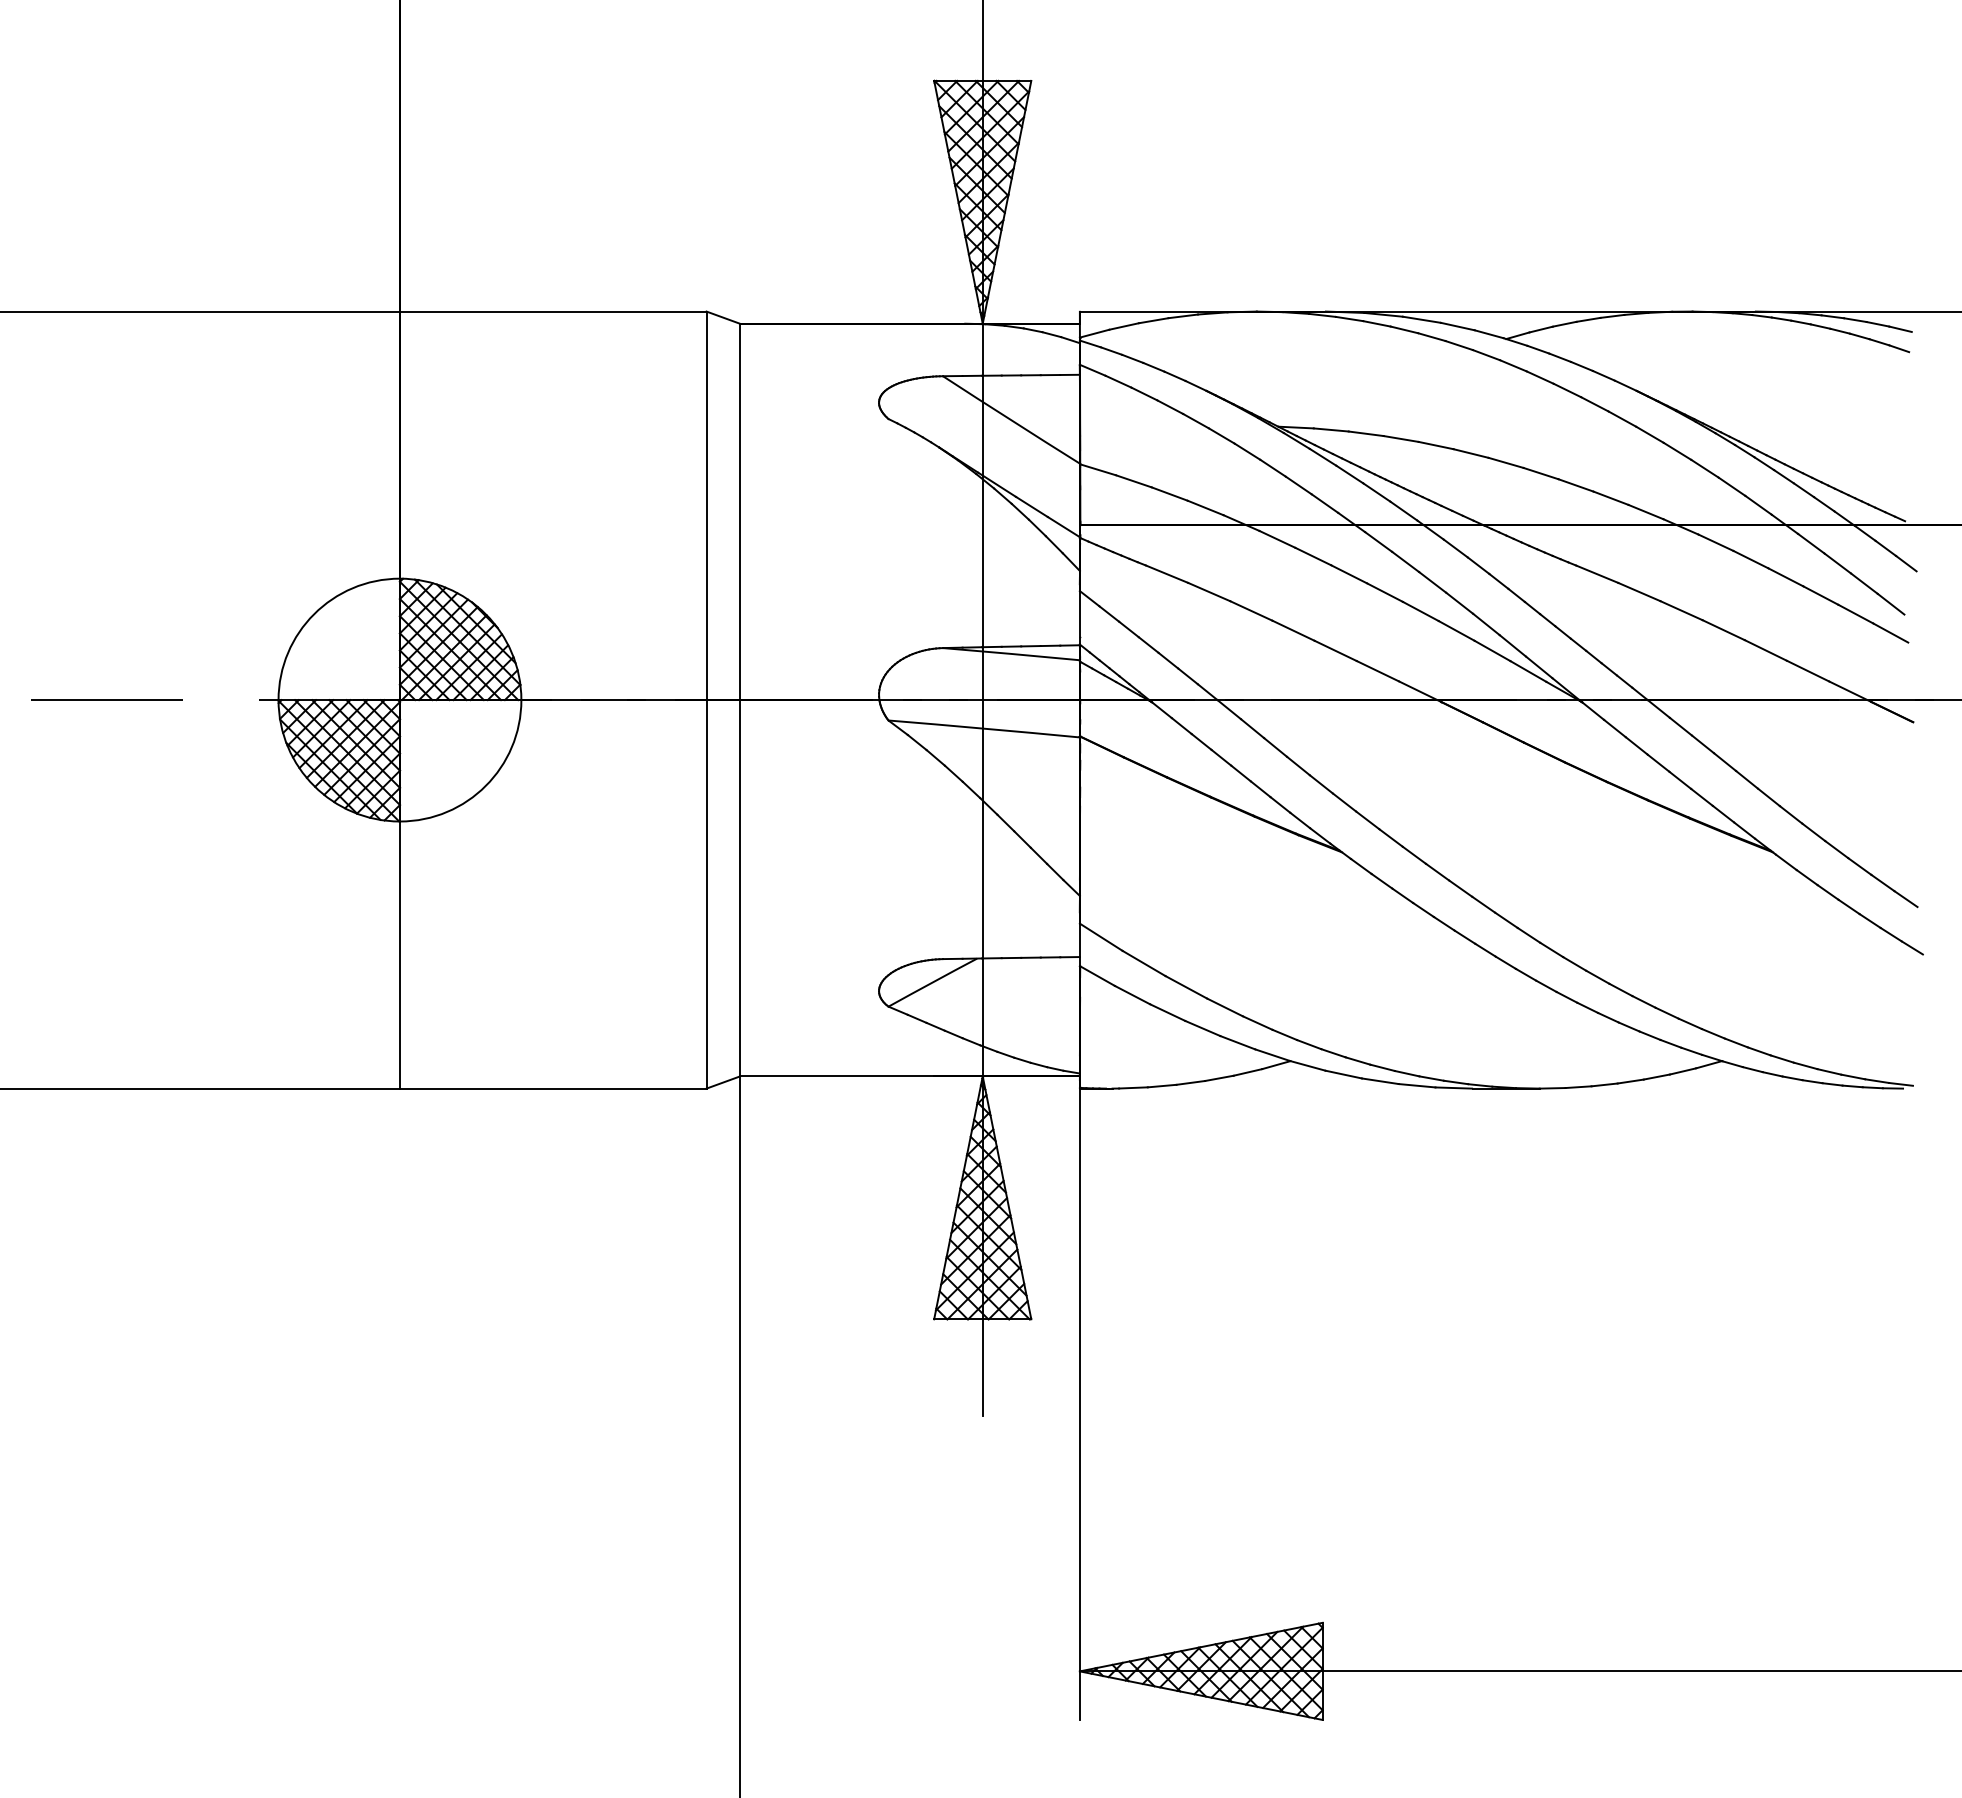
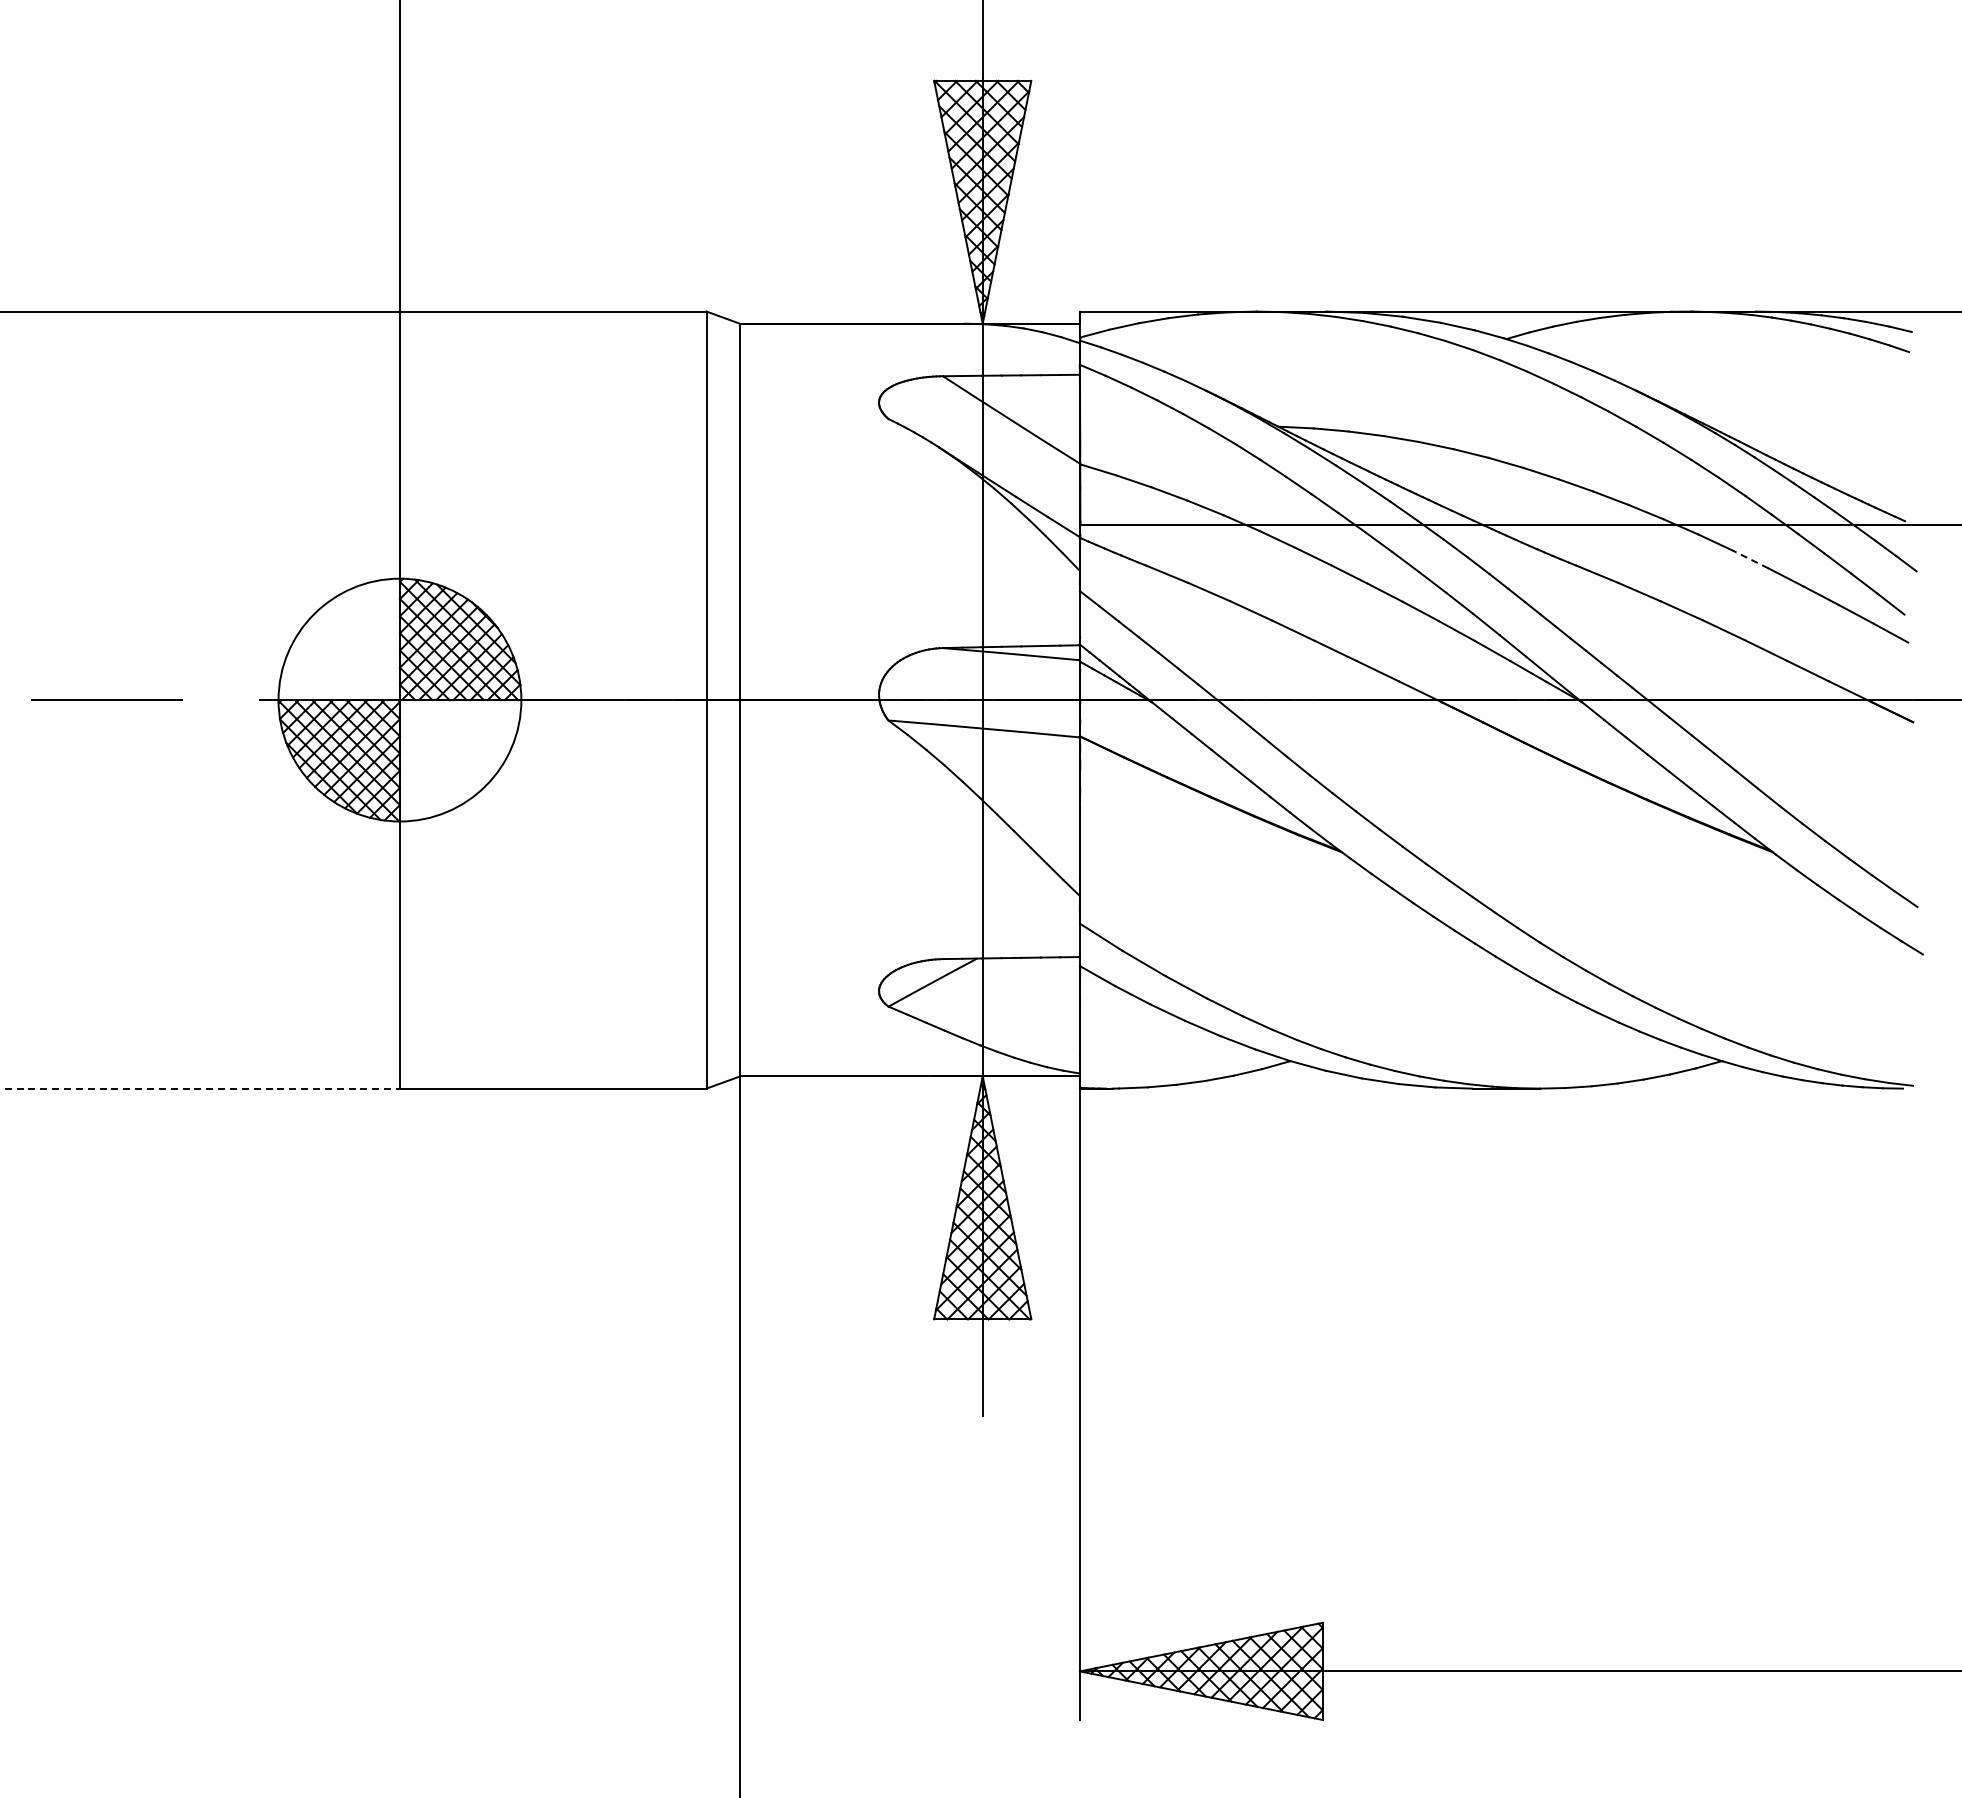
line at (1750, 559): solid -> dashed
line at (200, 1088): solid -> dashed
